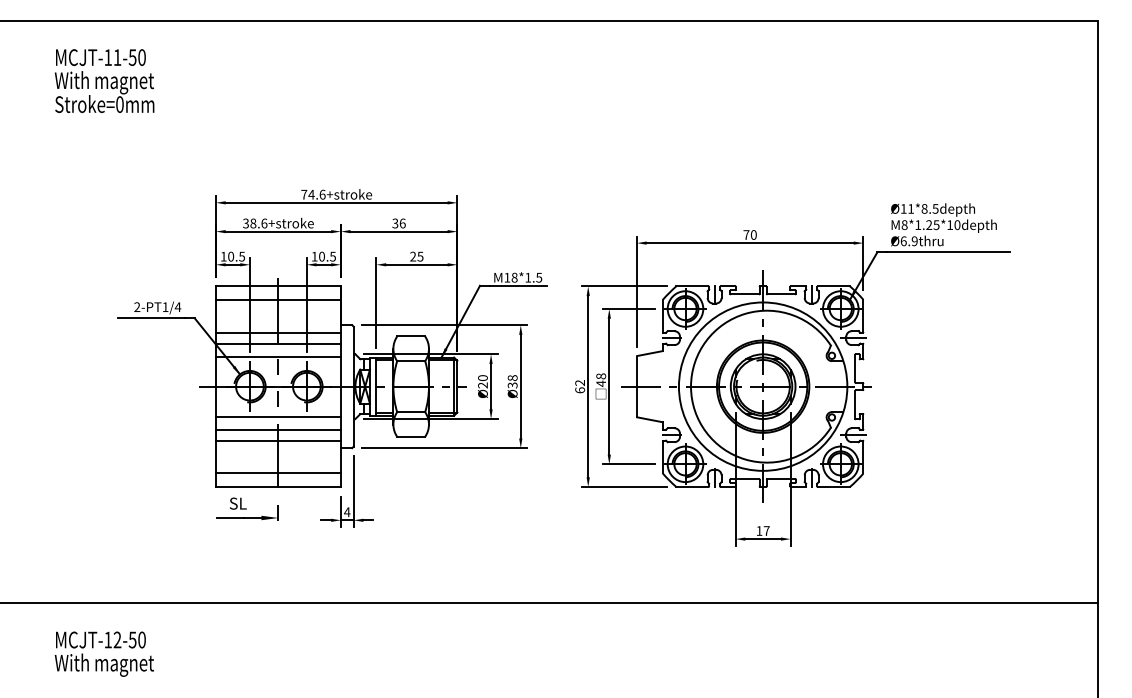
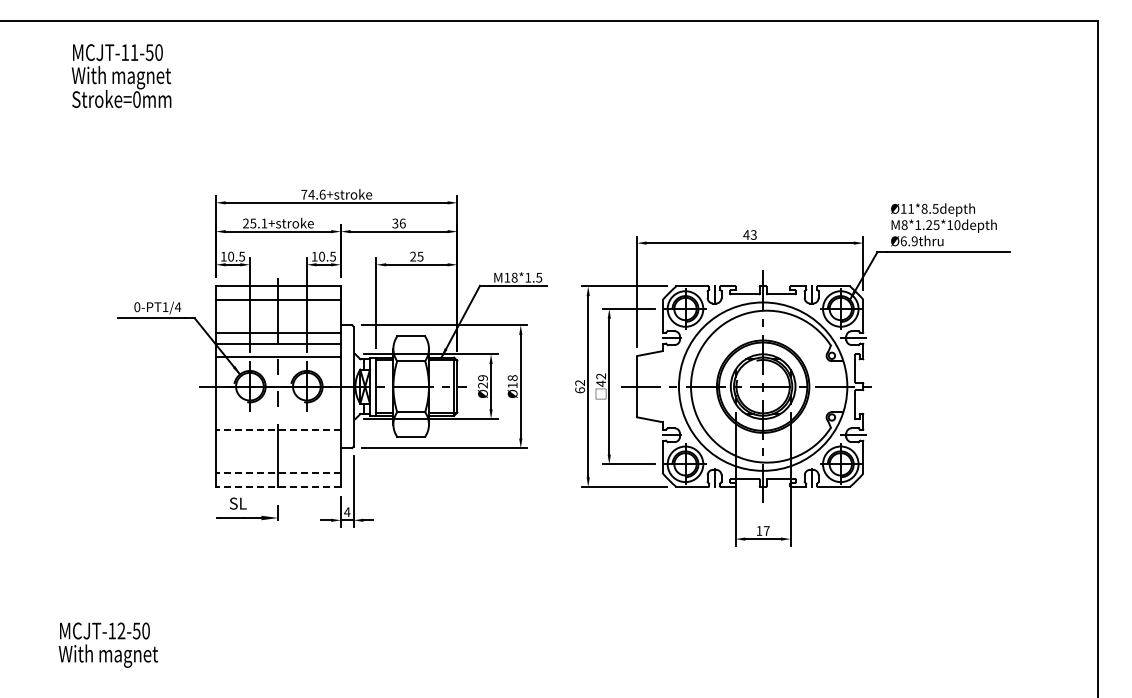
text at (104, 80) position: (104, 80) -> (121, 75)
text at (255, 223): 38.6+stroke -> 25.1+stroke
text at (749, 234): 70 -> 43
text at (137, 307): 2-PT1/4 -> 0-PT1/4
text at (601, 376): 48 -> 42
text at (482, 378): Ø20 -> Ø29
text at (512, 385): Ø38 -> Ø18
line at (277, 416): present -> none
line at (277, 429): solid -> dashed
line at (277, 440): present -> none
line at (277, 473): solid -> dashed
line at (277, 486): solid -> dashed
line at (550, 603): present -> none
text at (103, 653) position: (103, 653) -> (107, 644)
